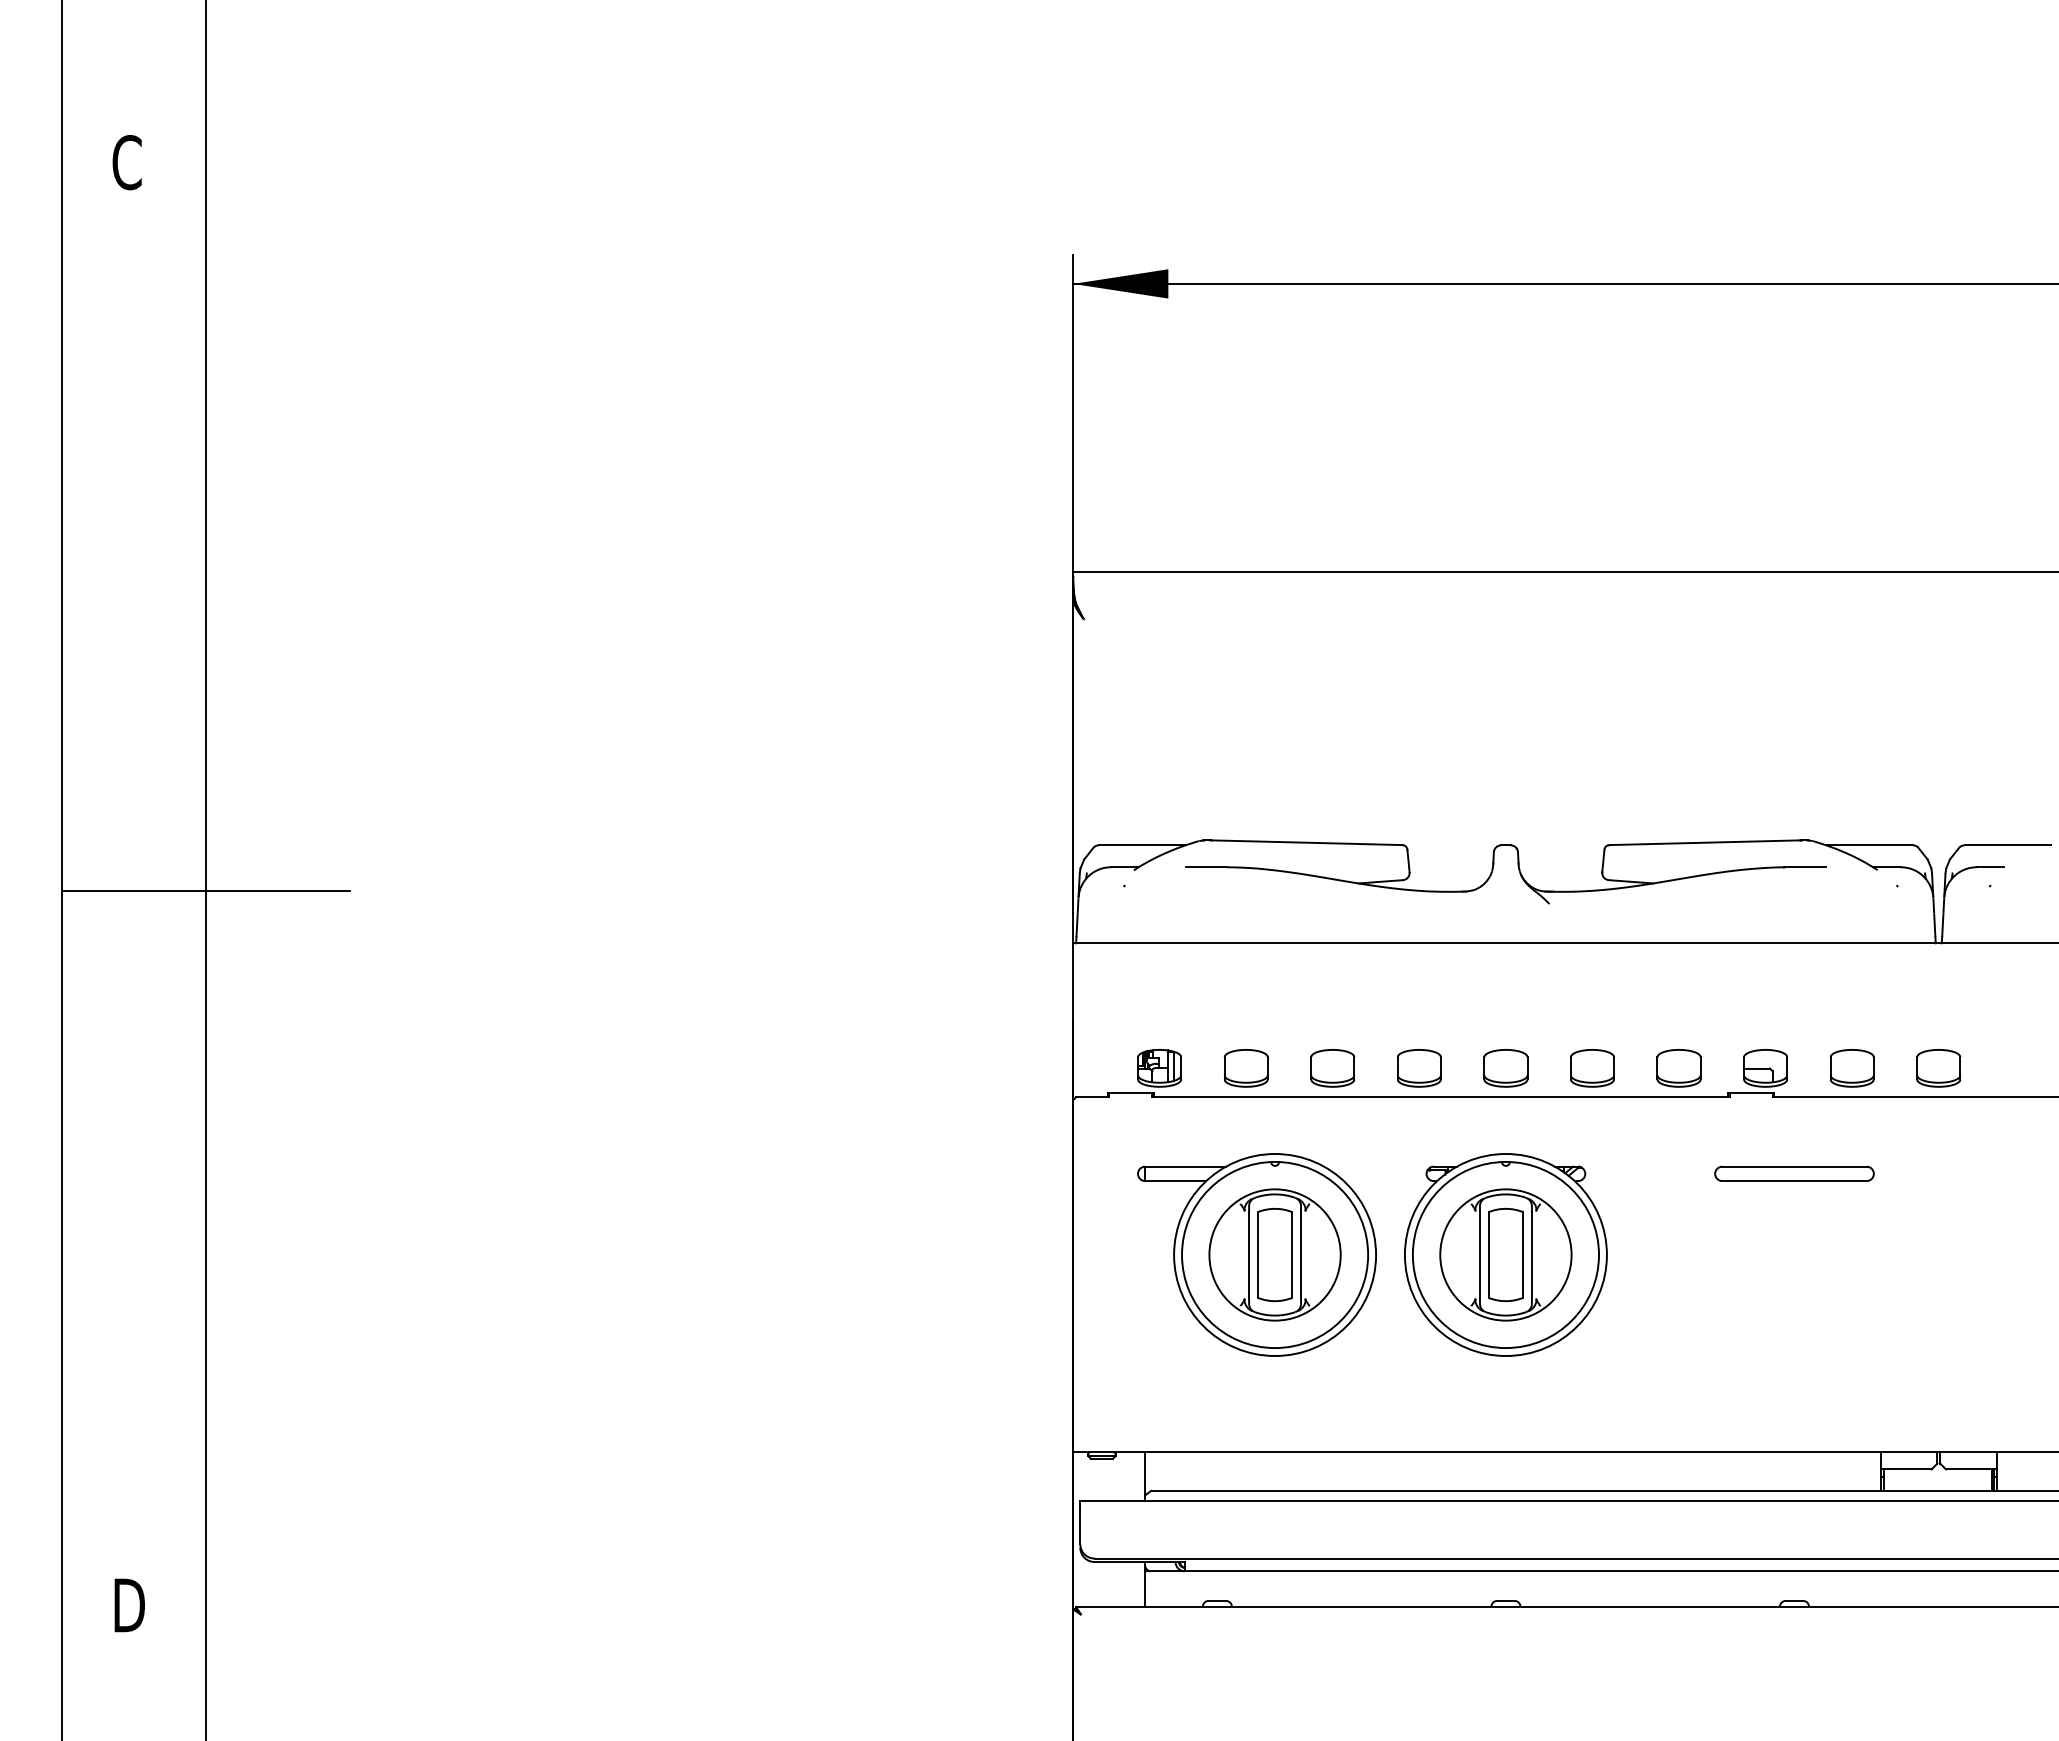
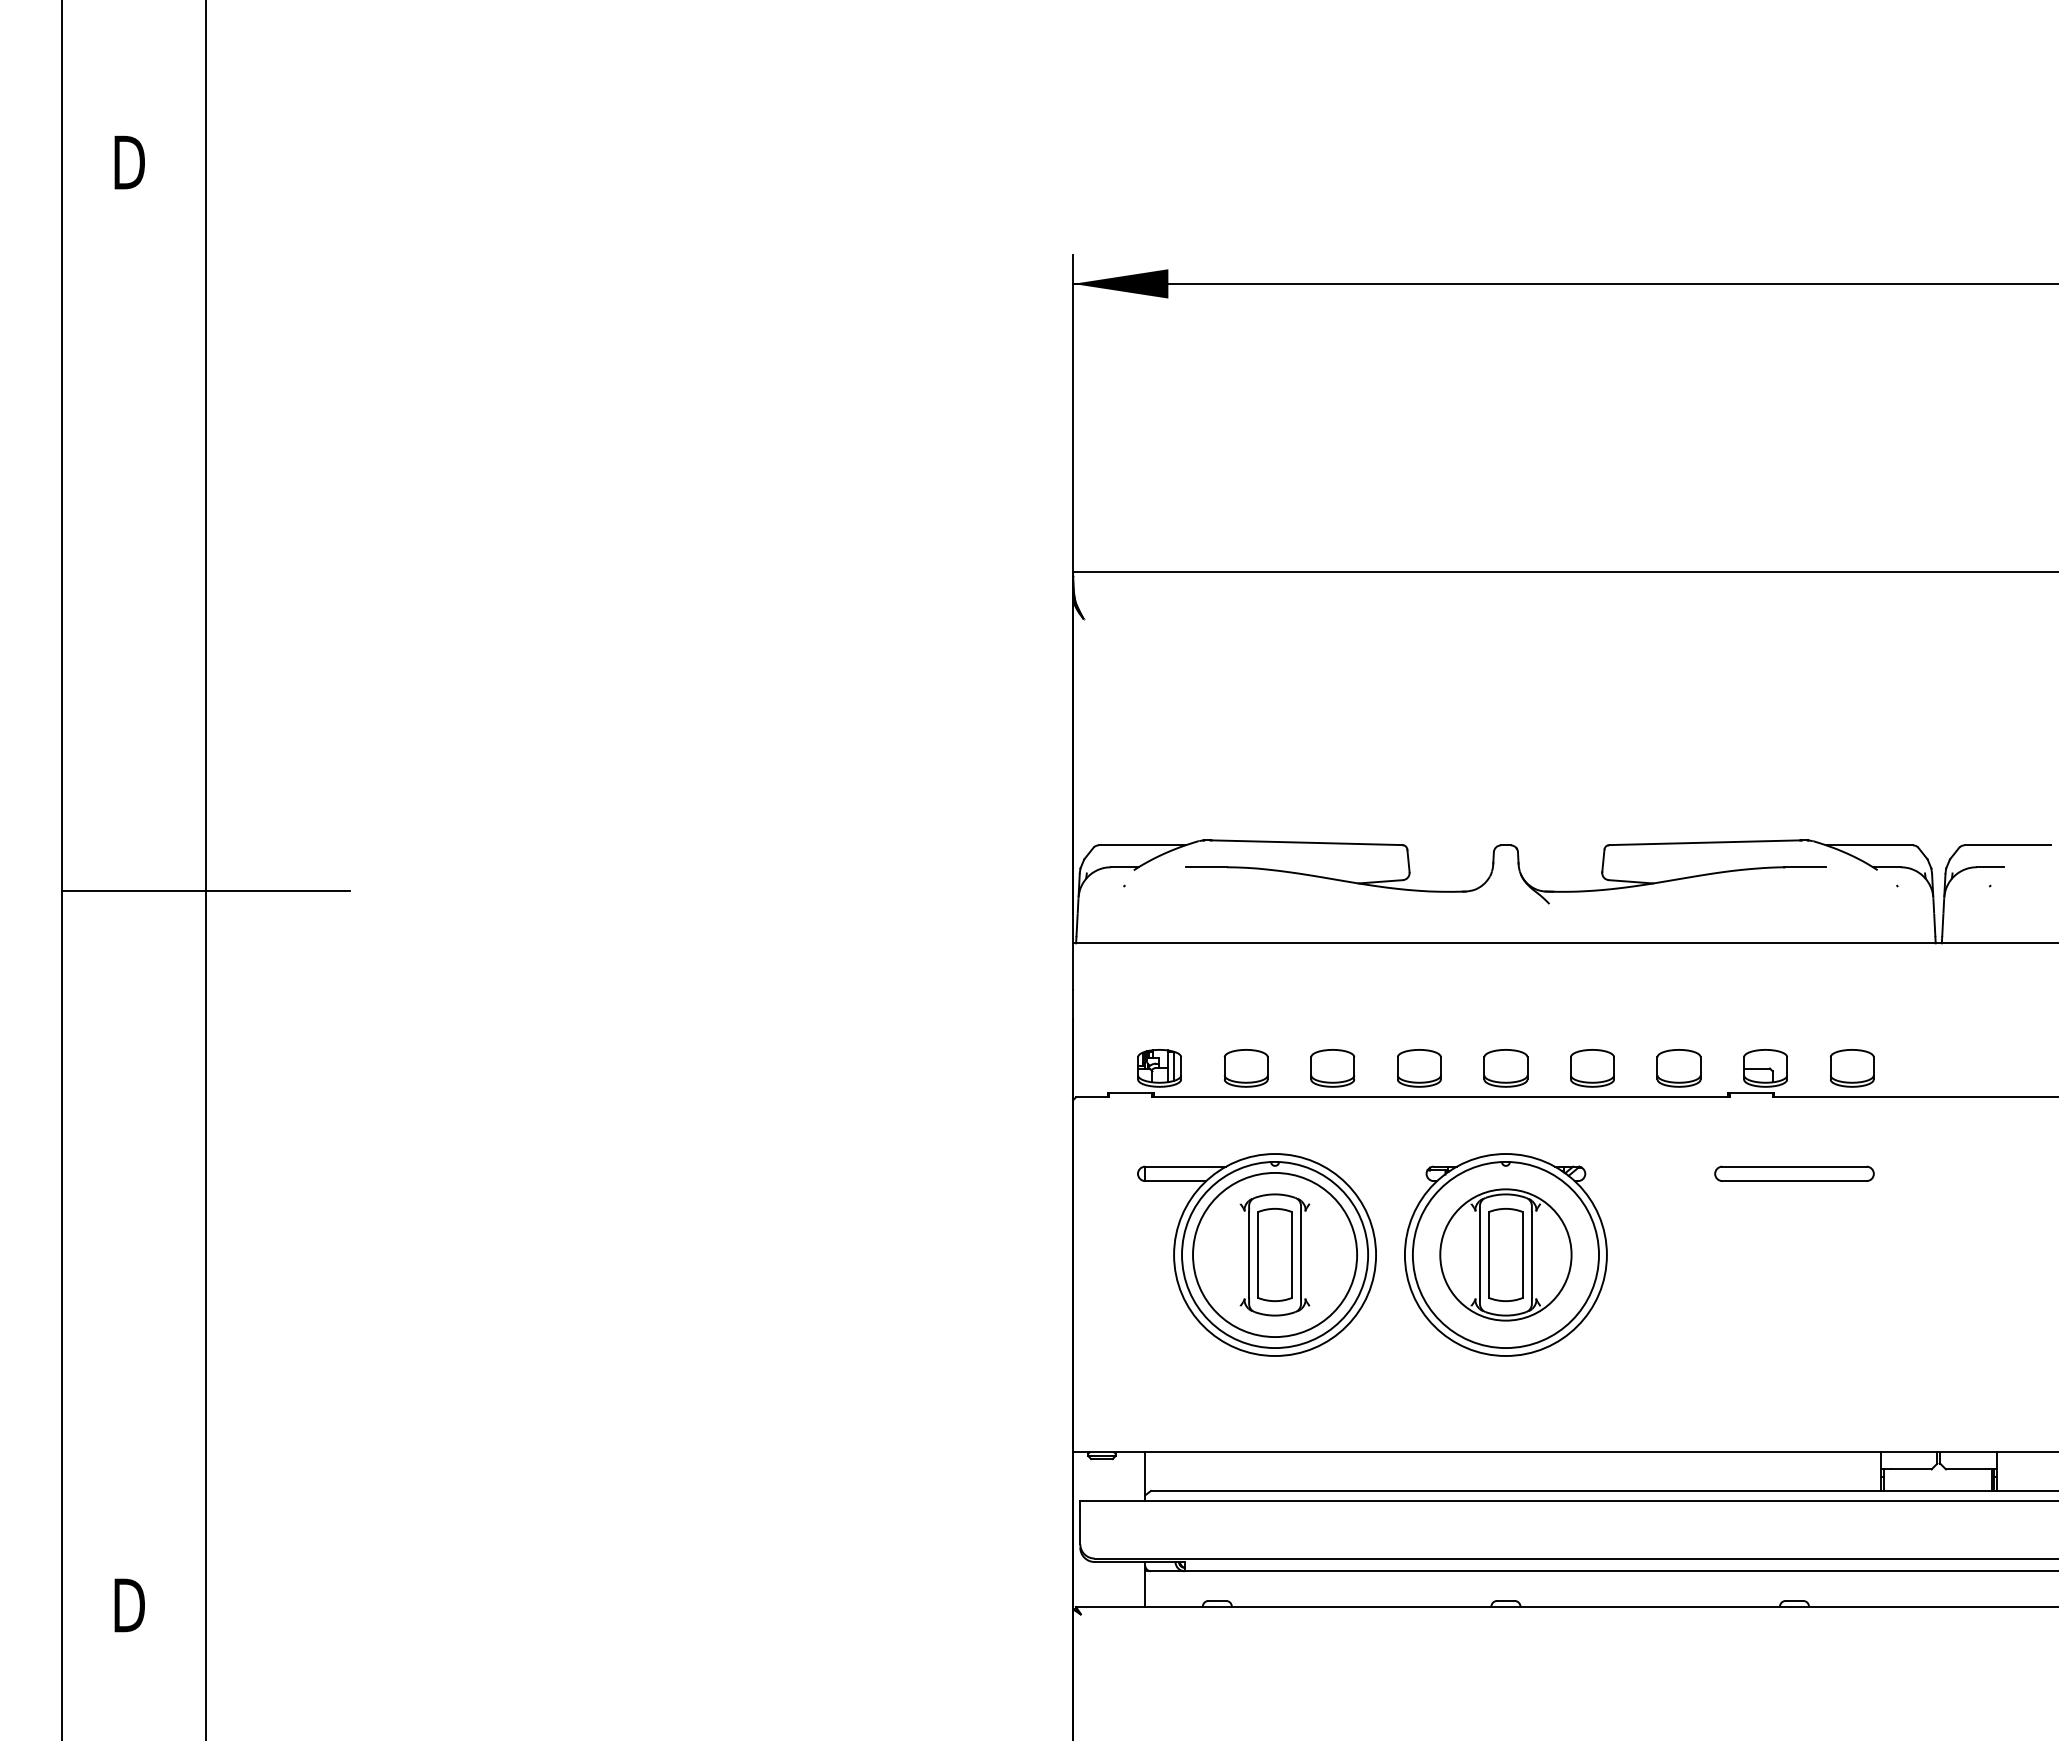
text at (128, 162): C -> D
part at (1938, 1068): present -> none
circle at (1274, 1254) diameter: 131 px -> 164 px
